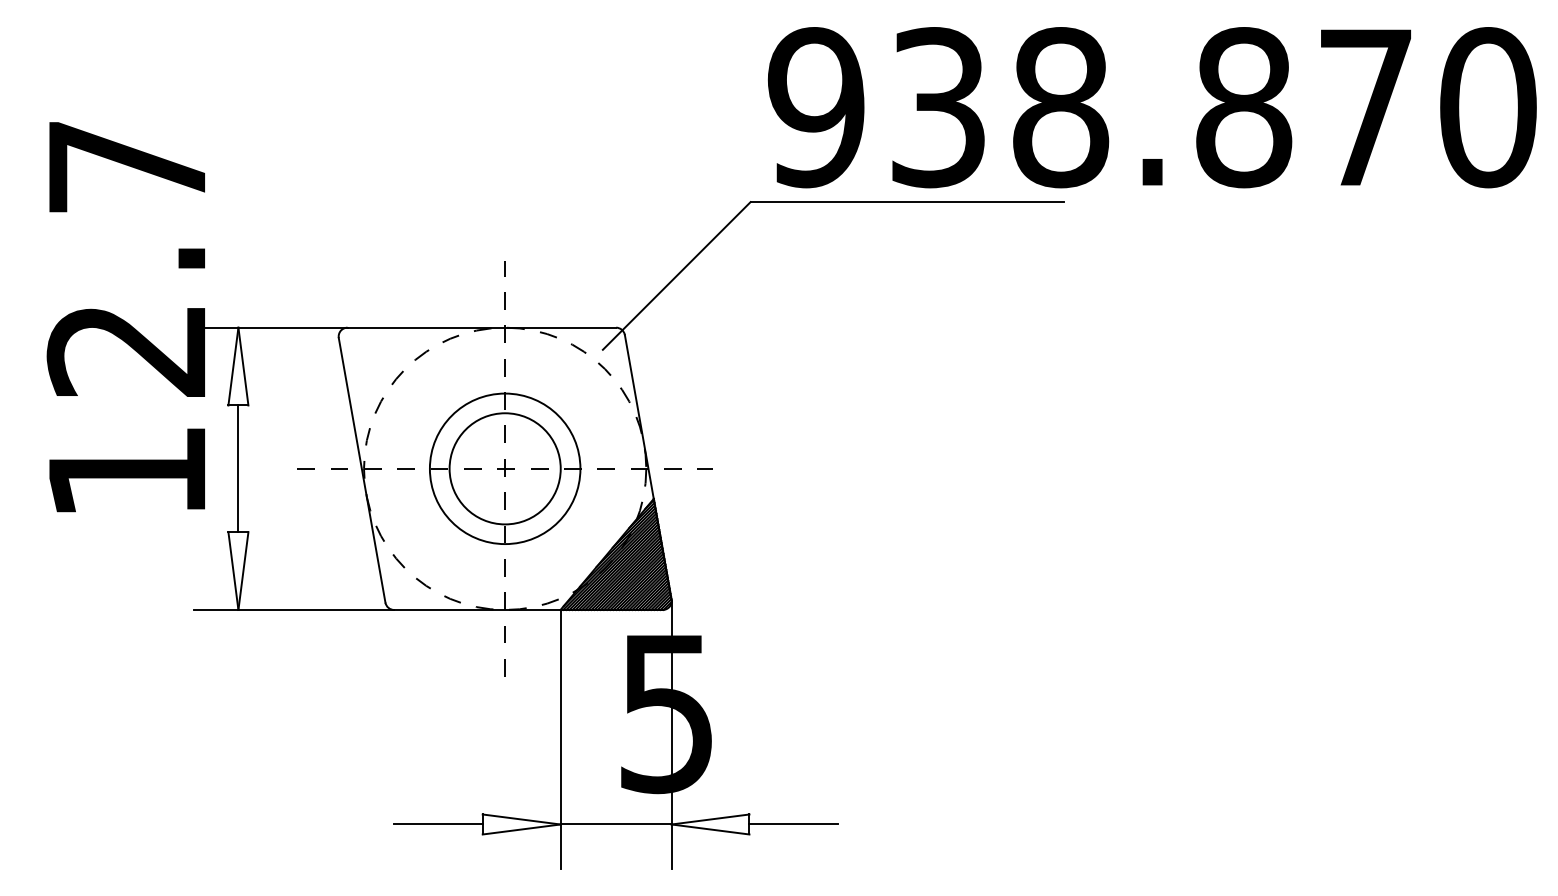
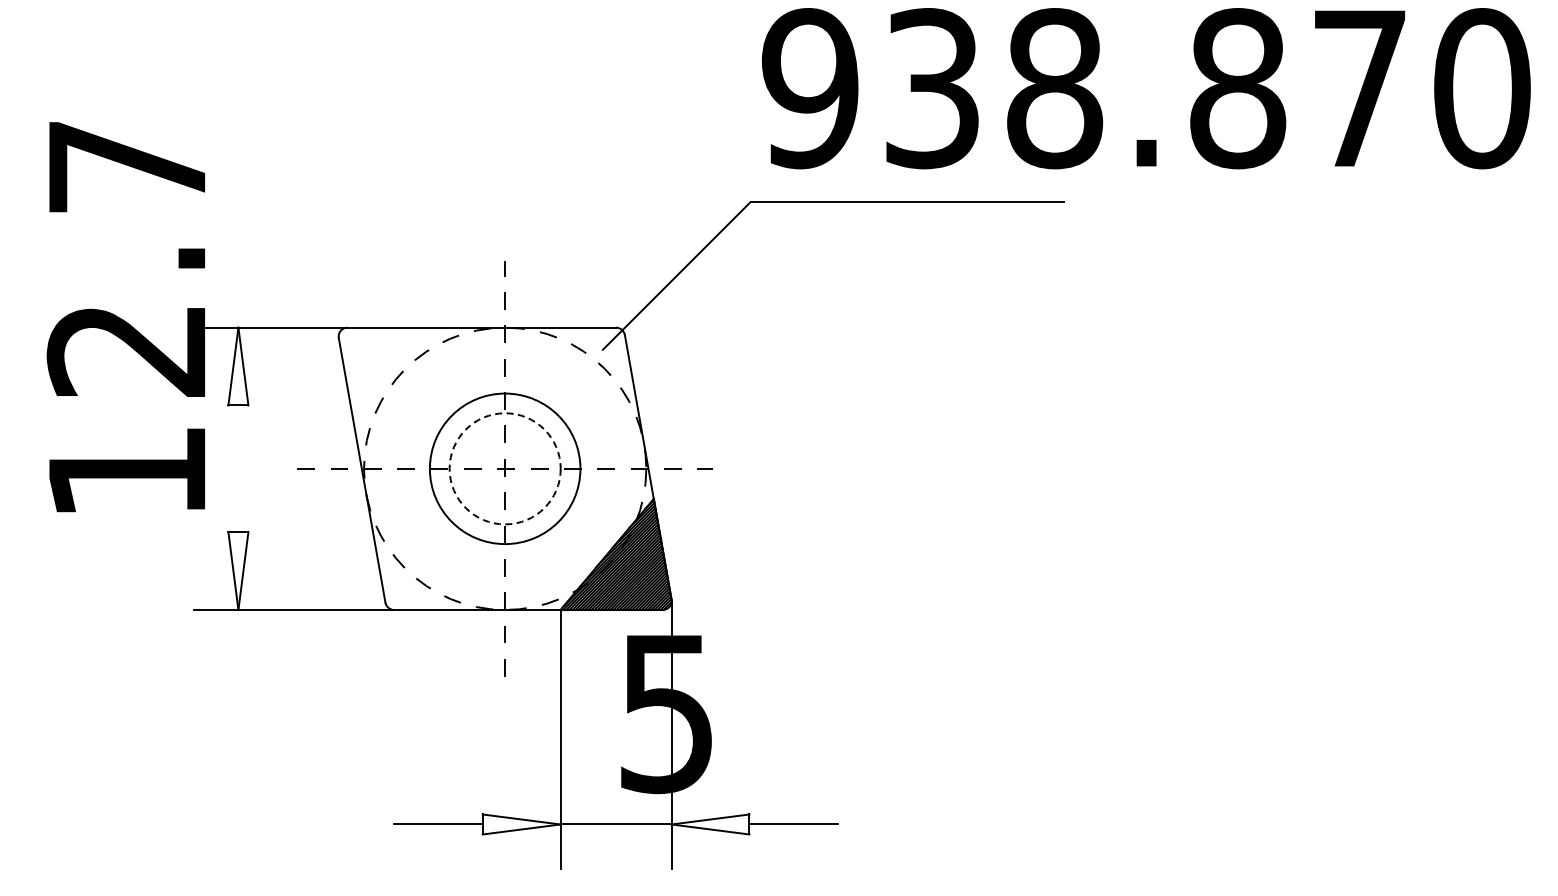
text at (1152, 107) position: (1152, 107) -> (1146, 88)
line at (238, 468): present -> none
circle at (504, 468): solid -> dashed
